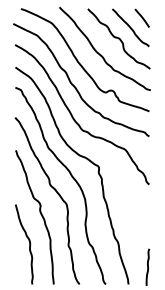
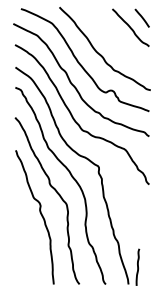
curve at (118, 38): present -> none
curve at (28, 241): present -> none
line at (147, 266) position: (147, 266) -> (137, 266)
